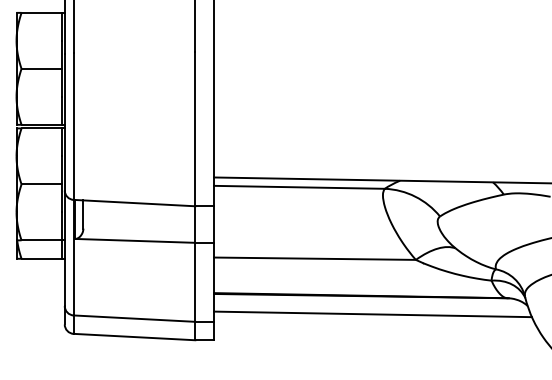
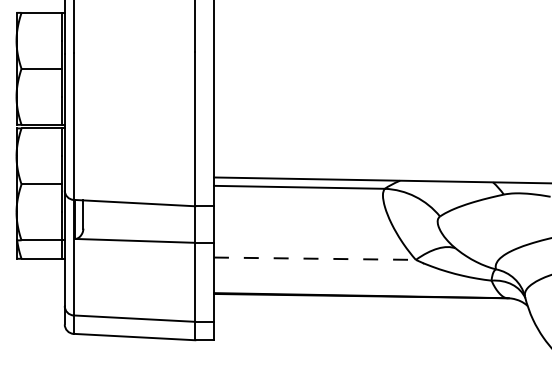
line at (314, 258): solid -> dashed
line at (372, 314): present -> none
